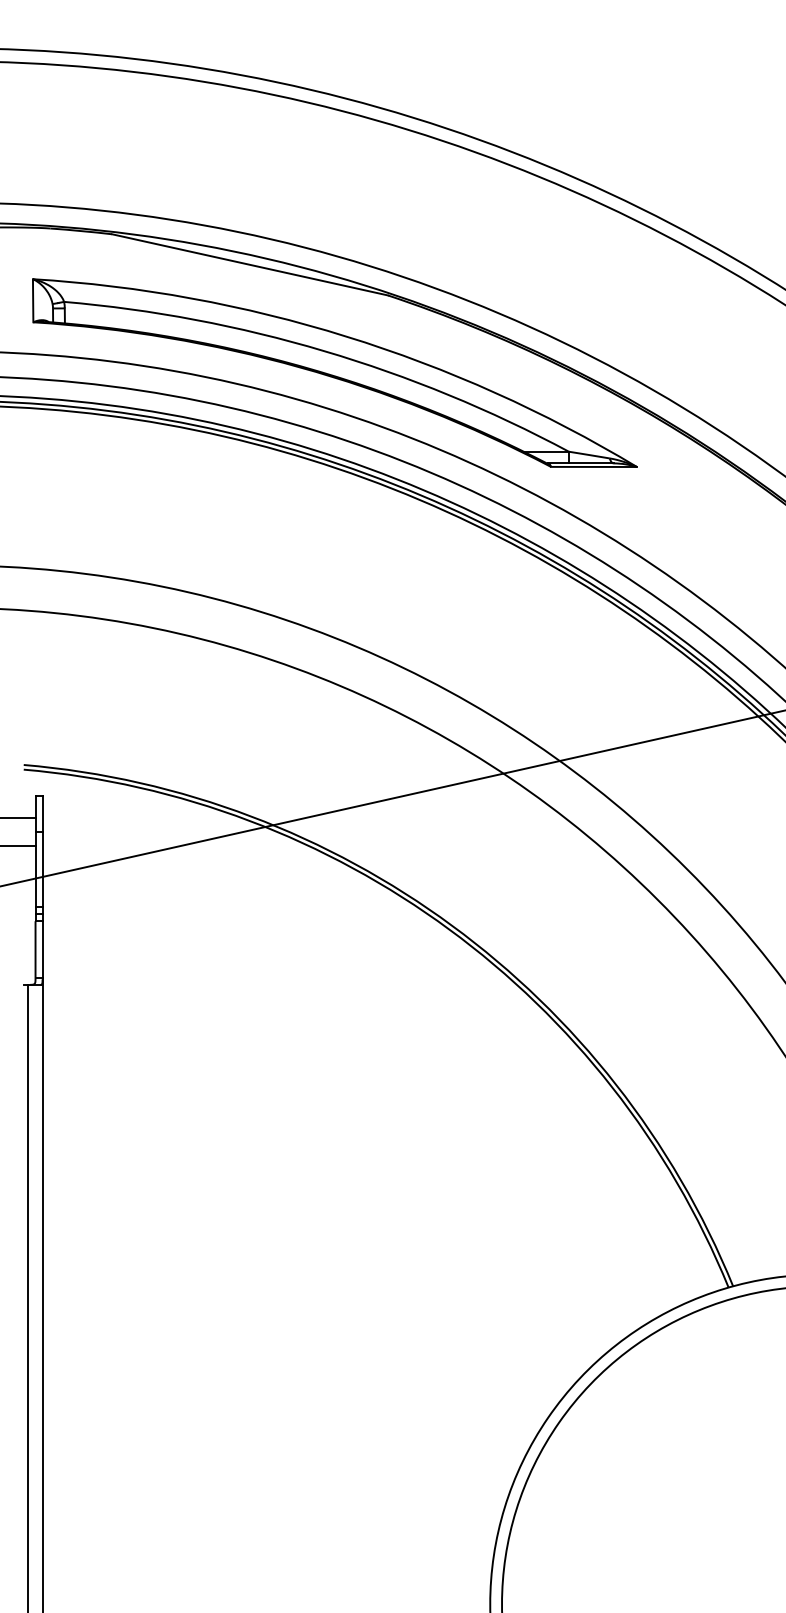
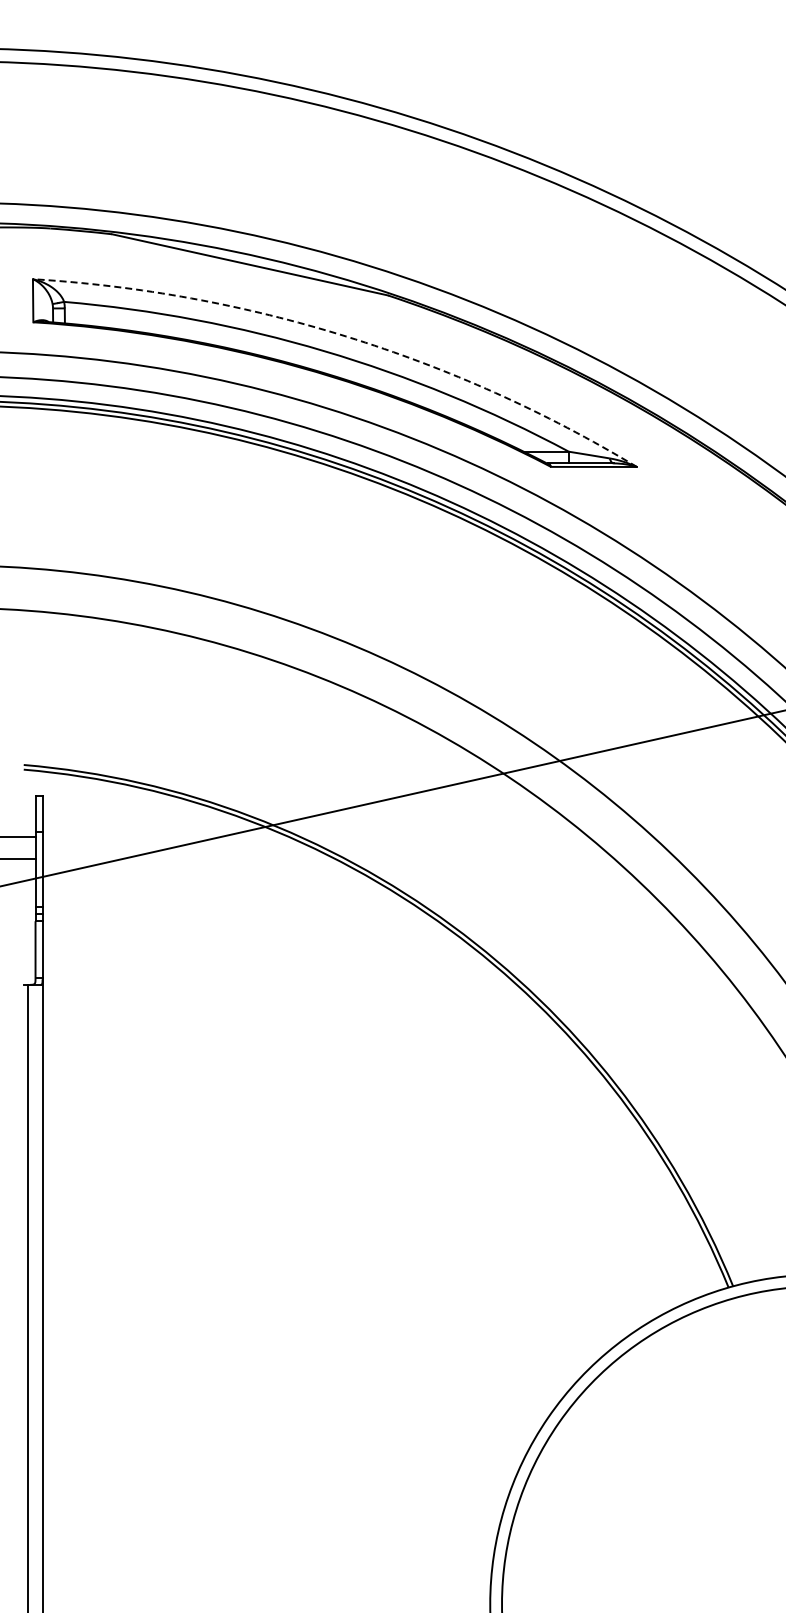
arc at (346, 336): solid -> dashed
line at (18, 817) position: (18, 817) -> (18, 836)
line at (18, 845) position: (18, 845) -> (18, 858)
